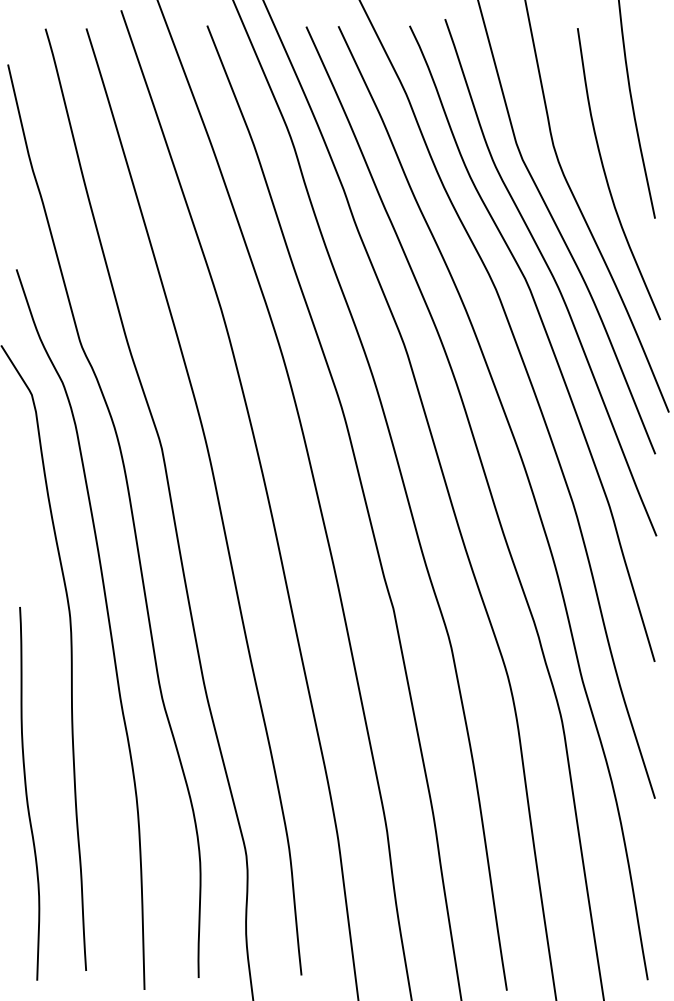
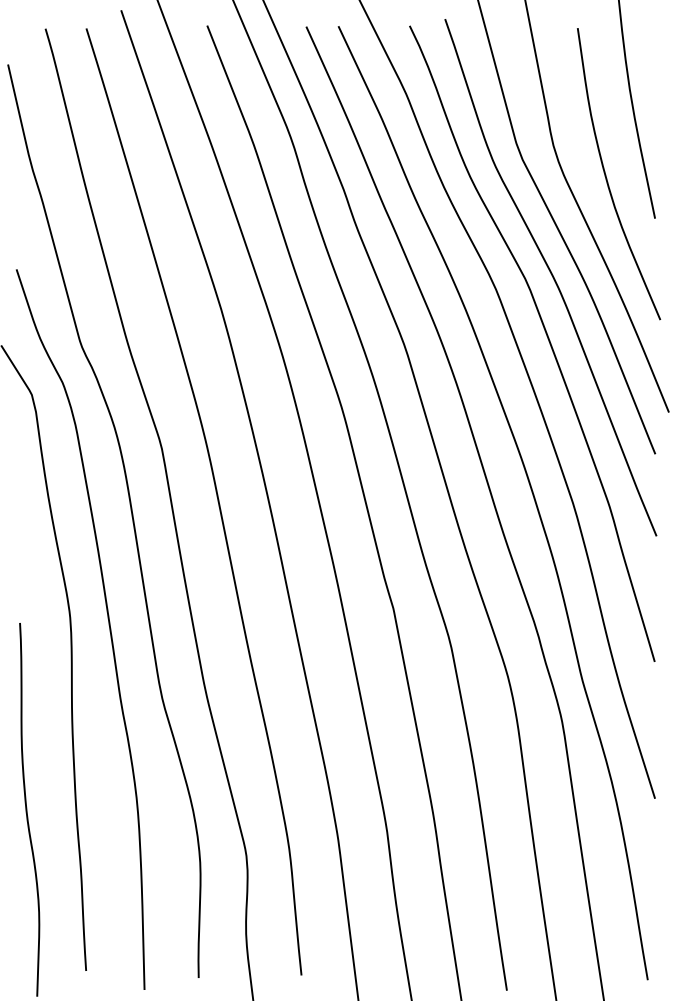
curve at (27, 793) position: (27, 793) -> (27, 809)
